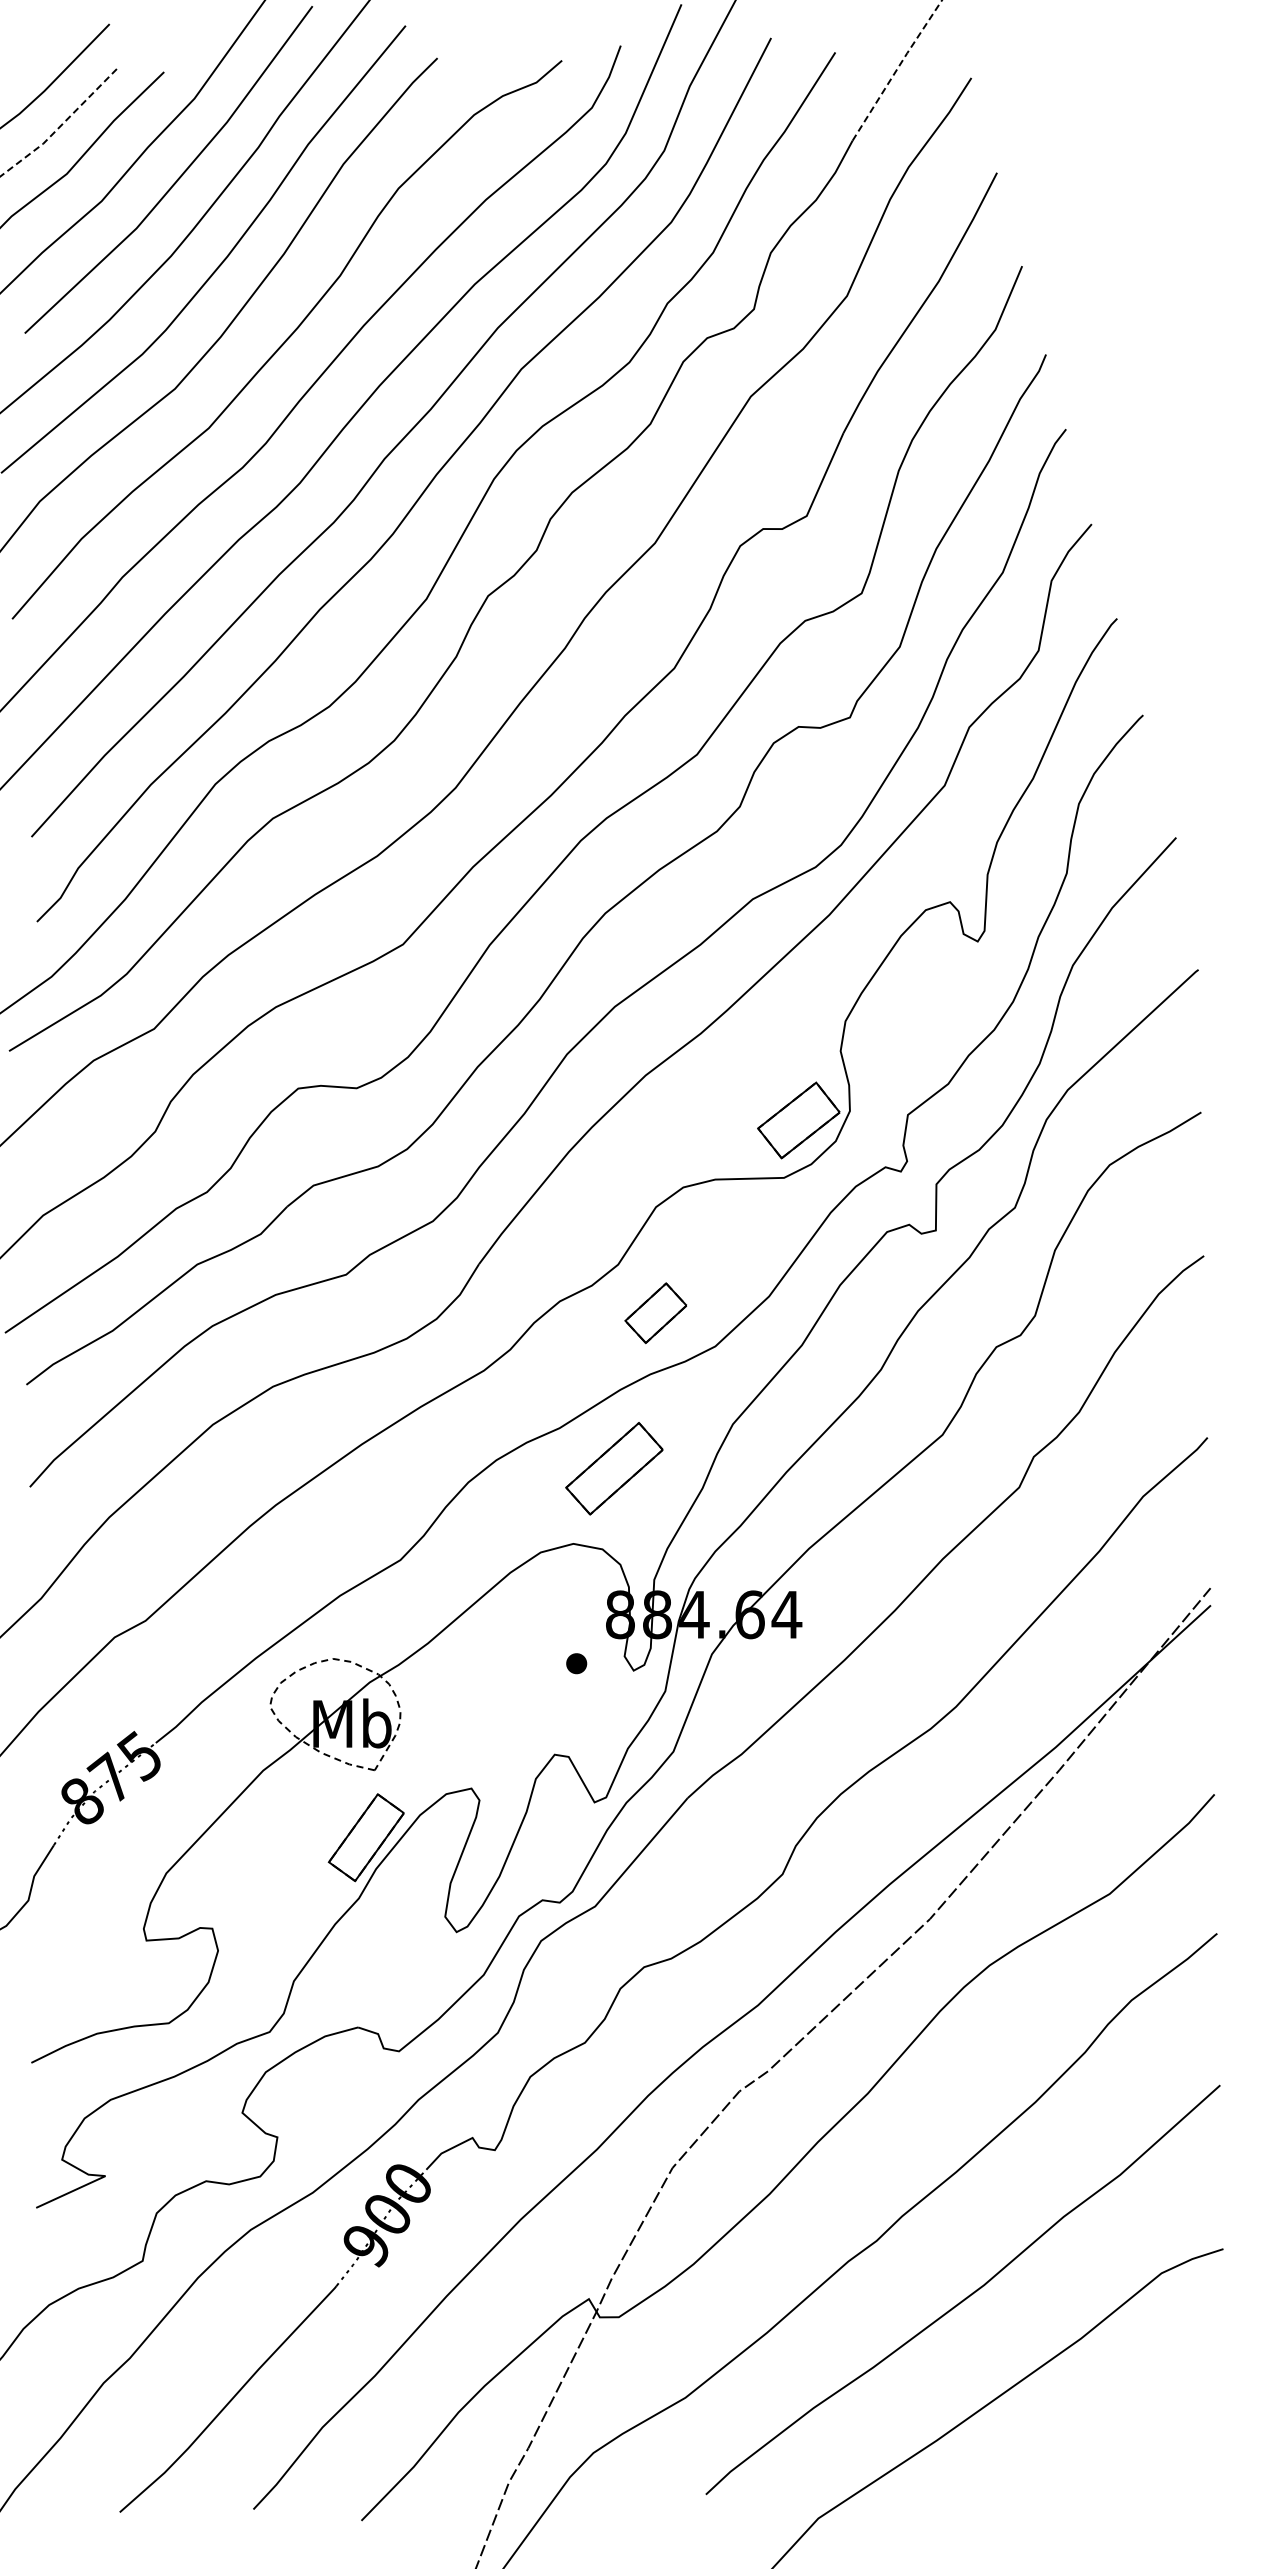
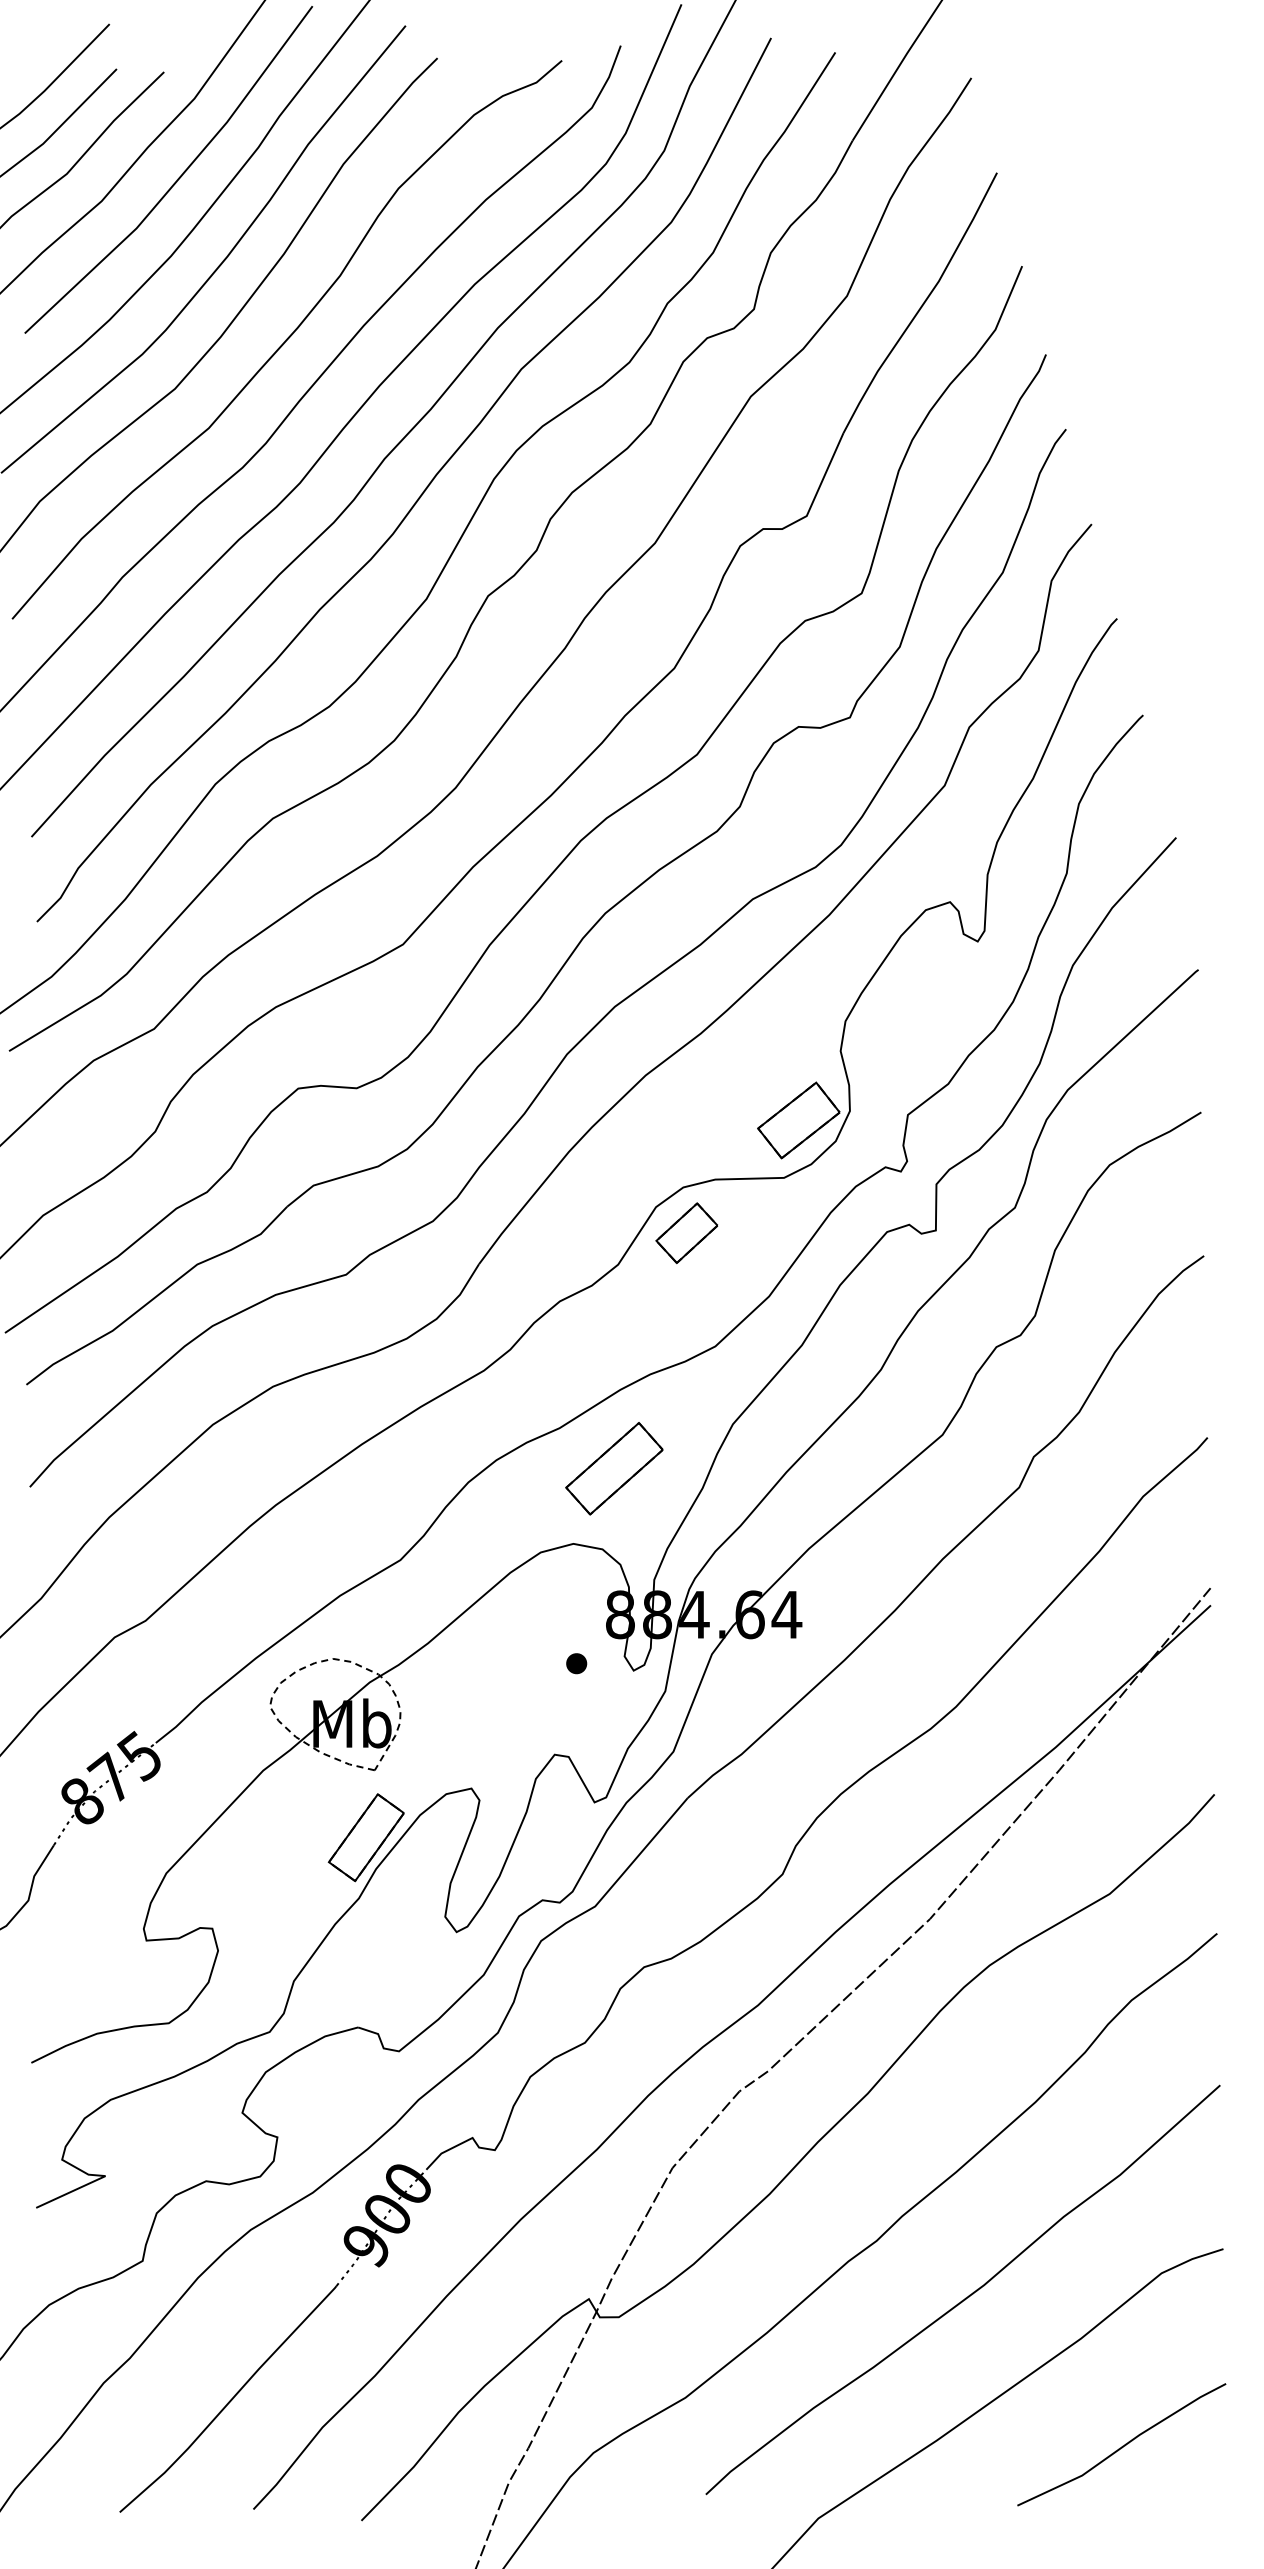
line at (897, 69): dashed -> solid
line at (60, 126): dashed -> solid
part at (655, 1313) position: (655, 1313) -> (686, 1233)
line at (1122, 2445): none -> present
